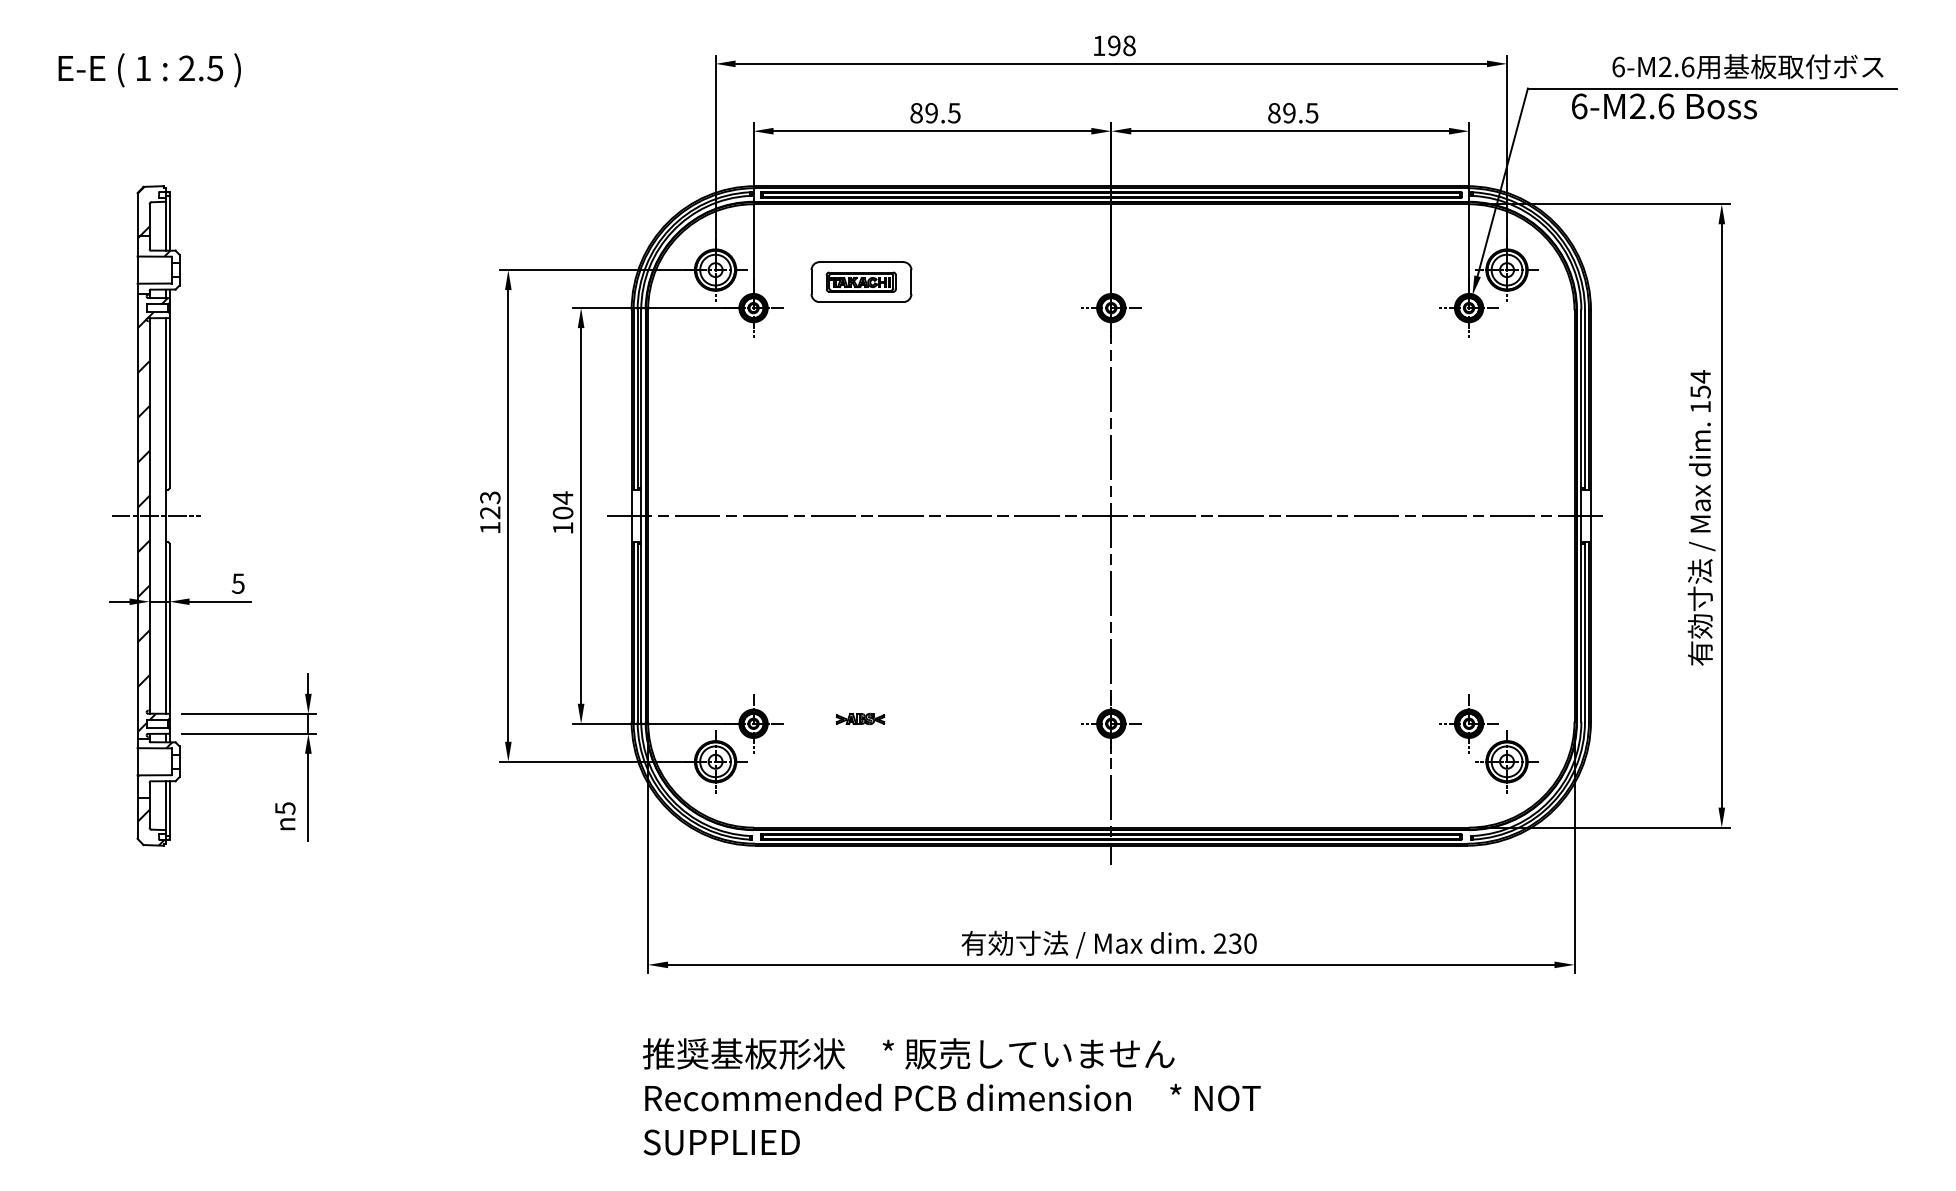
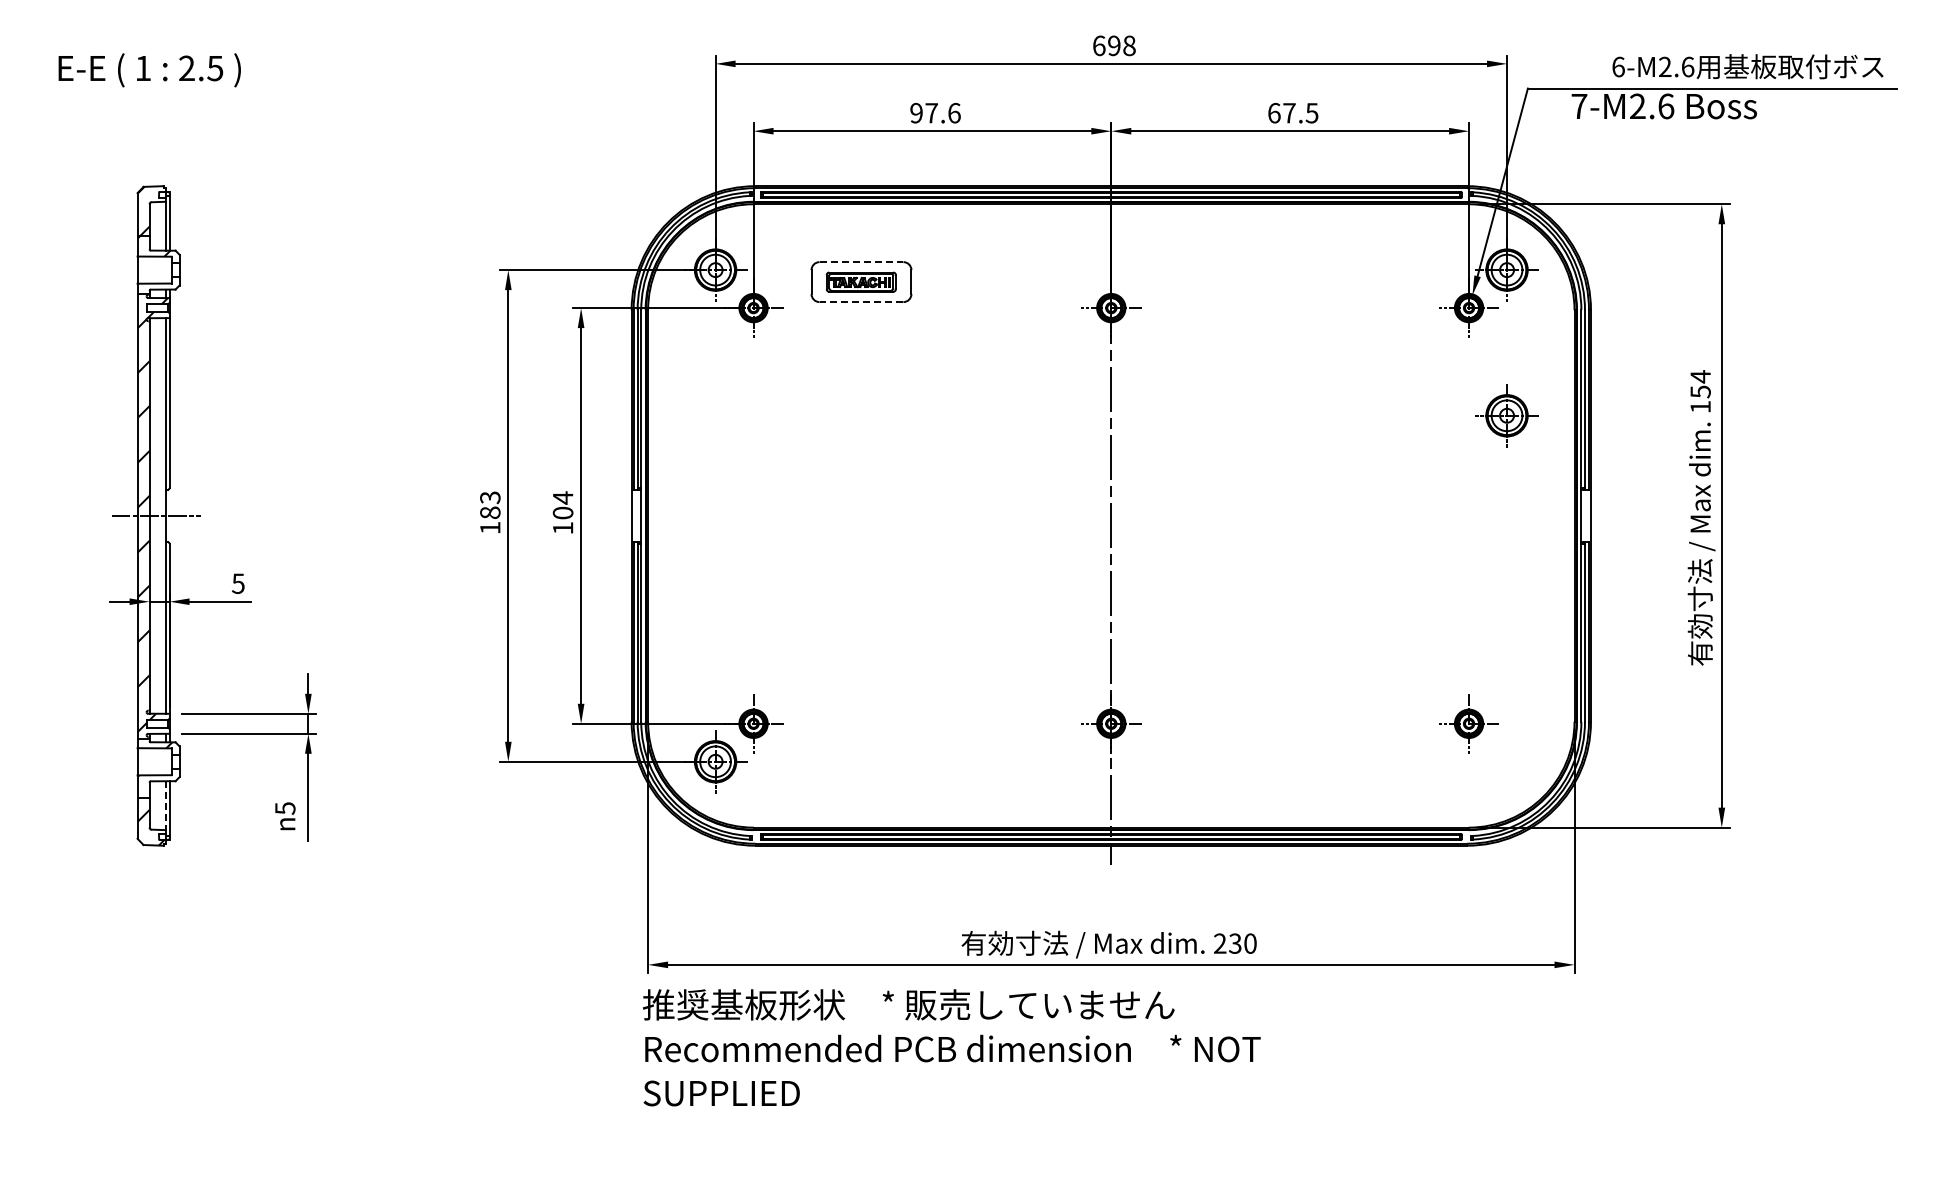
text at (1099, 45): 198 -> 698
text at (1579, 106): 6-M2.6 -> 7-M2.6
text at (935, 113): 89.5 -> 97.6
text at (1281, 113): 89.5 -> 67.5
line at (861, 262): solid -> dashed
line at (861, 302): solid -> dashed
text at (490, 512): 123 -> 183
line at (1106, 515): present -> none
part at (860, 718): present -> none
part at (1506, 761) position: (1506, 761) -> (1506, 415)
line at (165, 806): solid -> dashed
text at (951, 1096) position: (951, 1096) -> (951, 1047)
